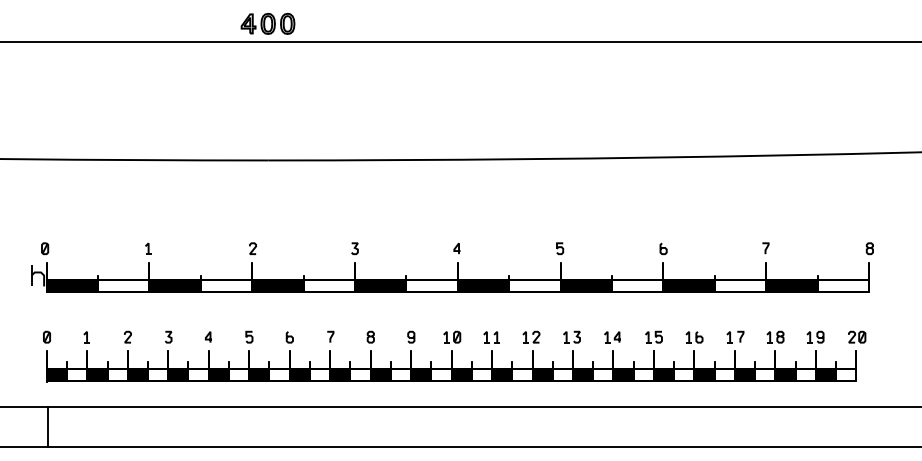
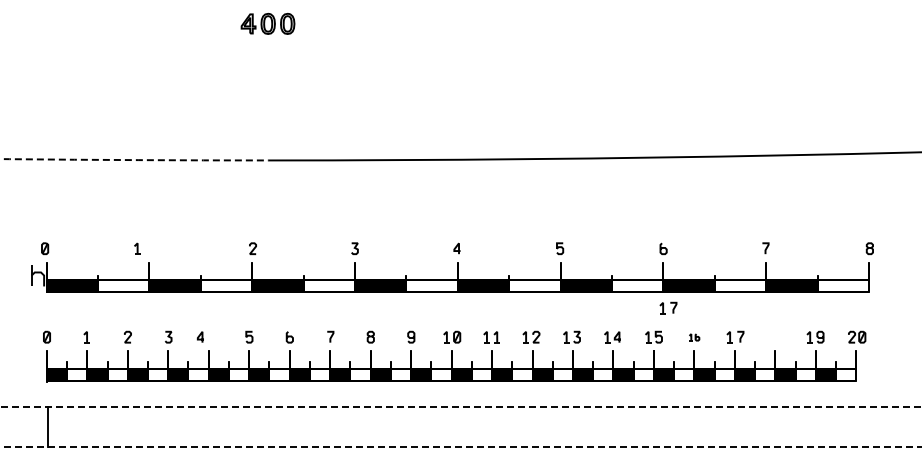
line at (460, 41): present -> none
arc at (134, 160): solid -> dashed
part at (148, 248) position: (148, 248) -> (137, 248)
part at (668, 307): none -> present
curve at (207, 336) position: (207, 336) -> (199, 336)
part at (775, 336): present -> none
part at (694, 337) size: 19x13 px -> 12x9 px
line at (461, 406): solid -> dashed
line at (460, 447): solid -> dashed
